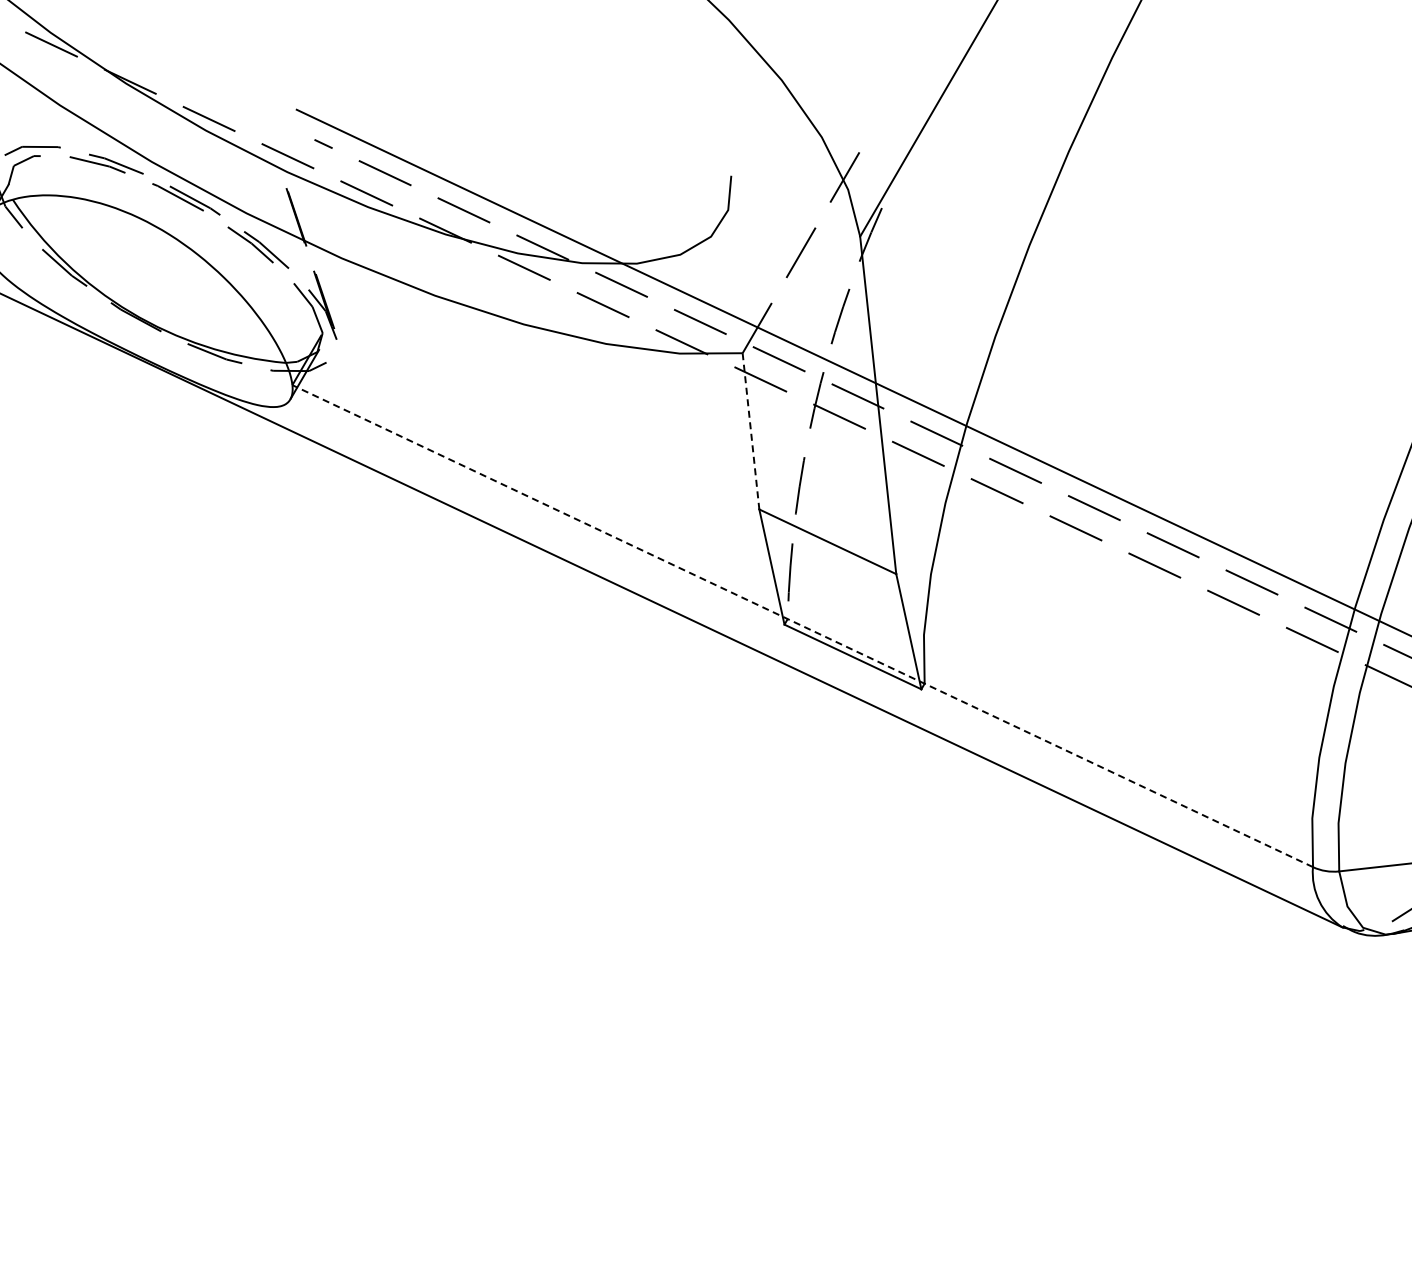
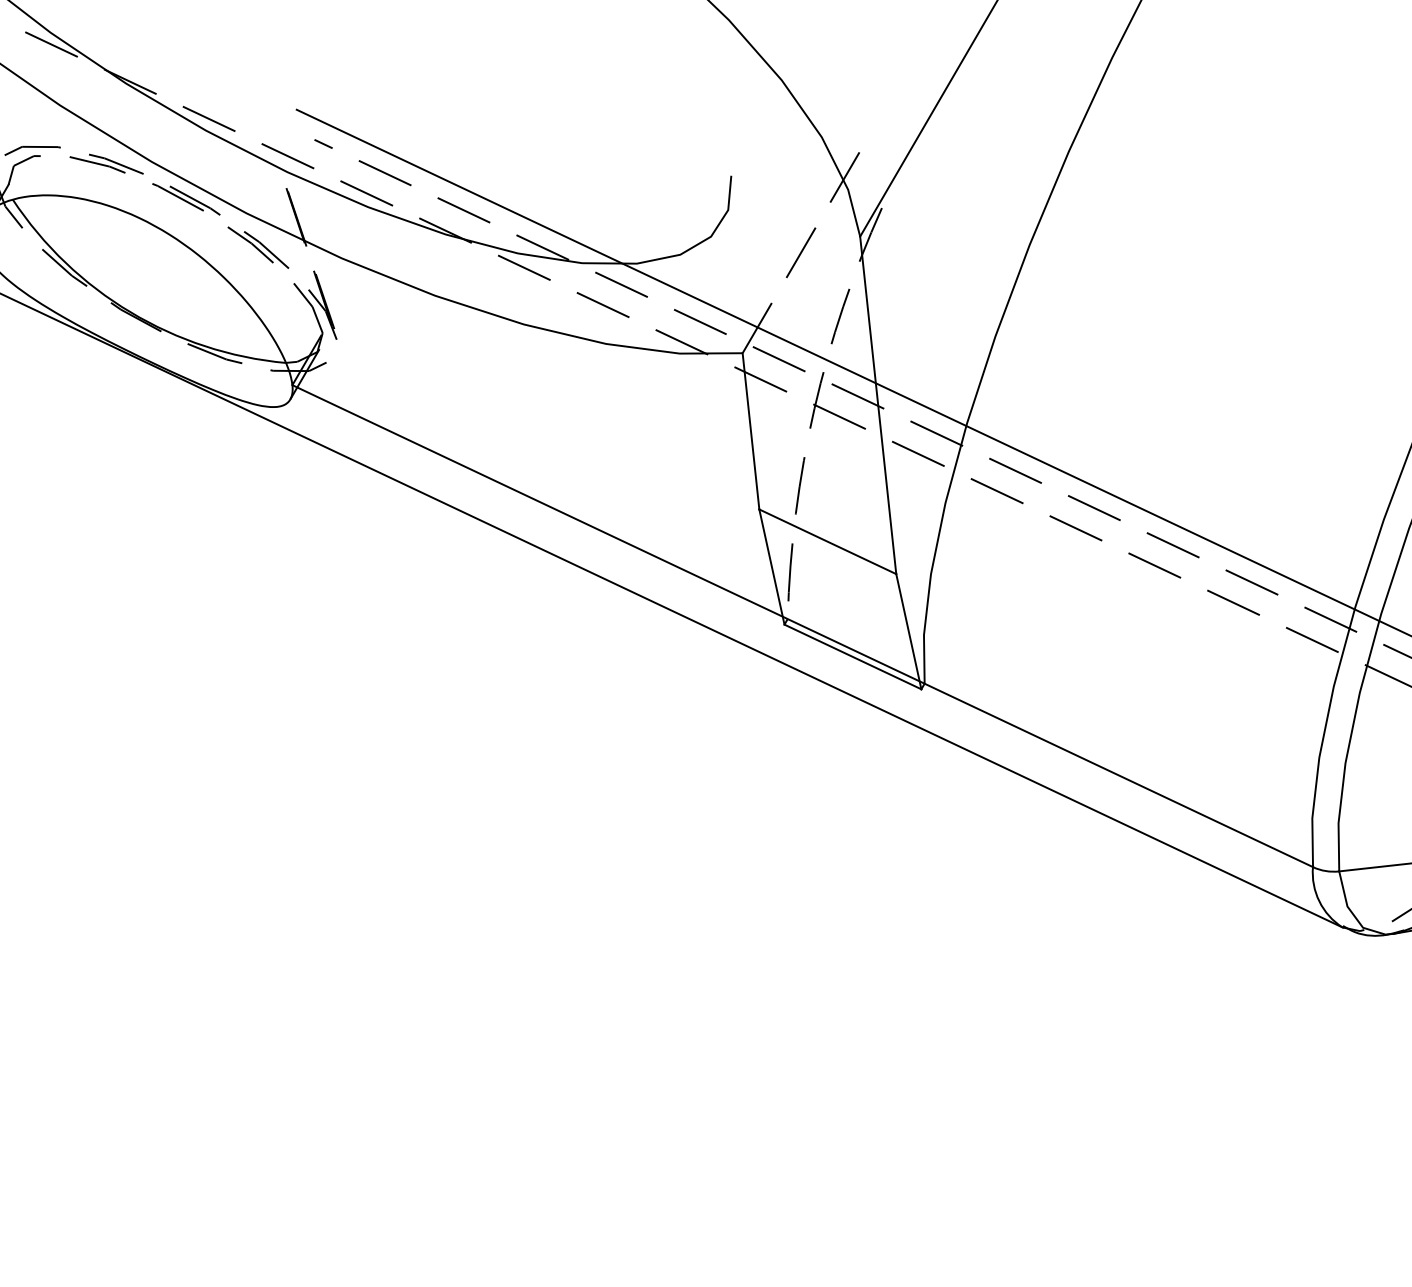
line at (751, 431): dashed -> solid
line at (802, 625): dashed -> solid
